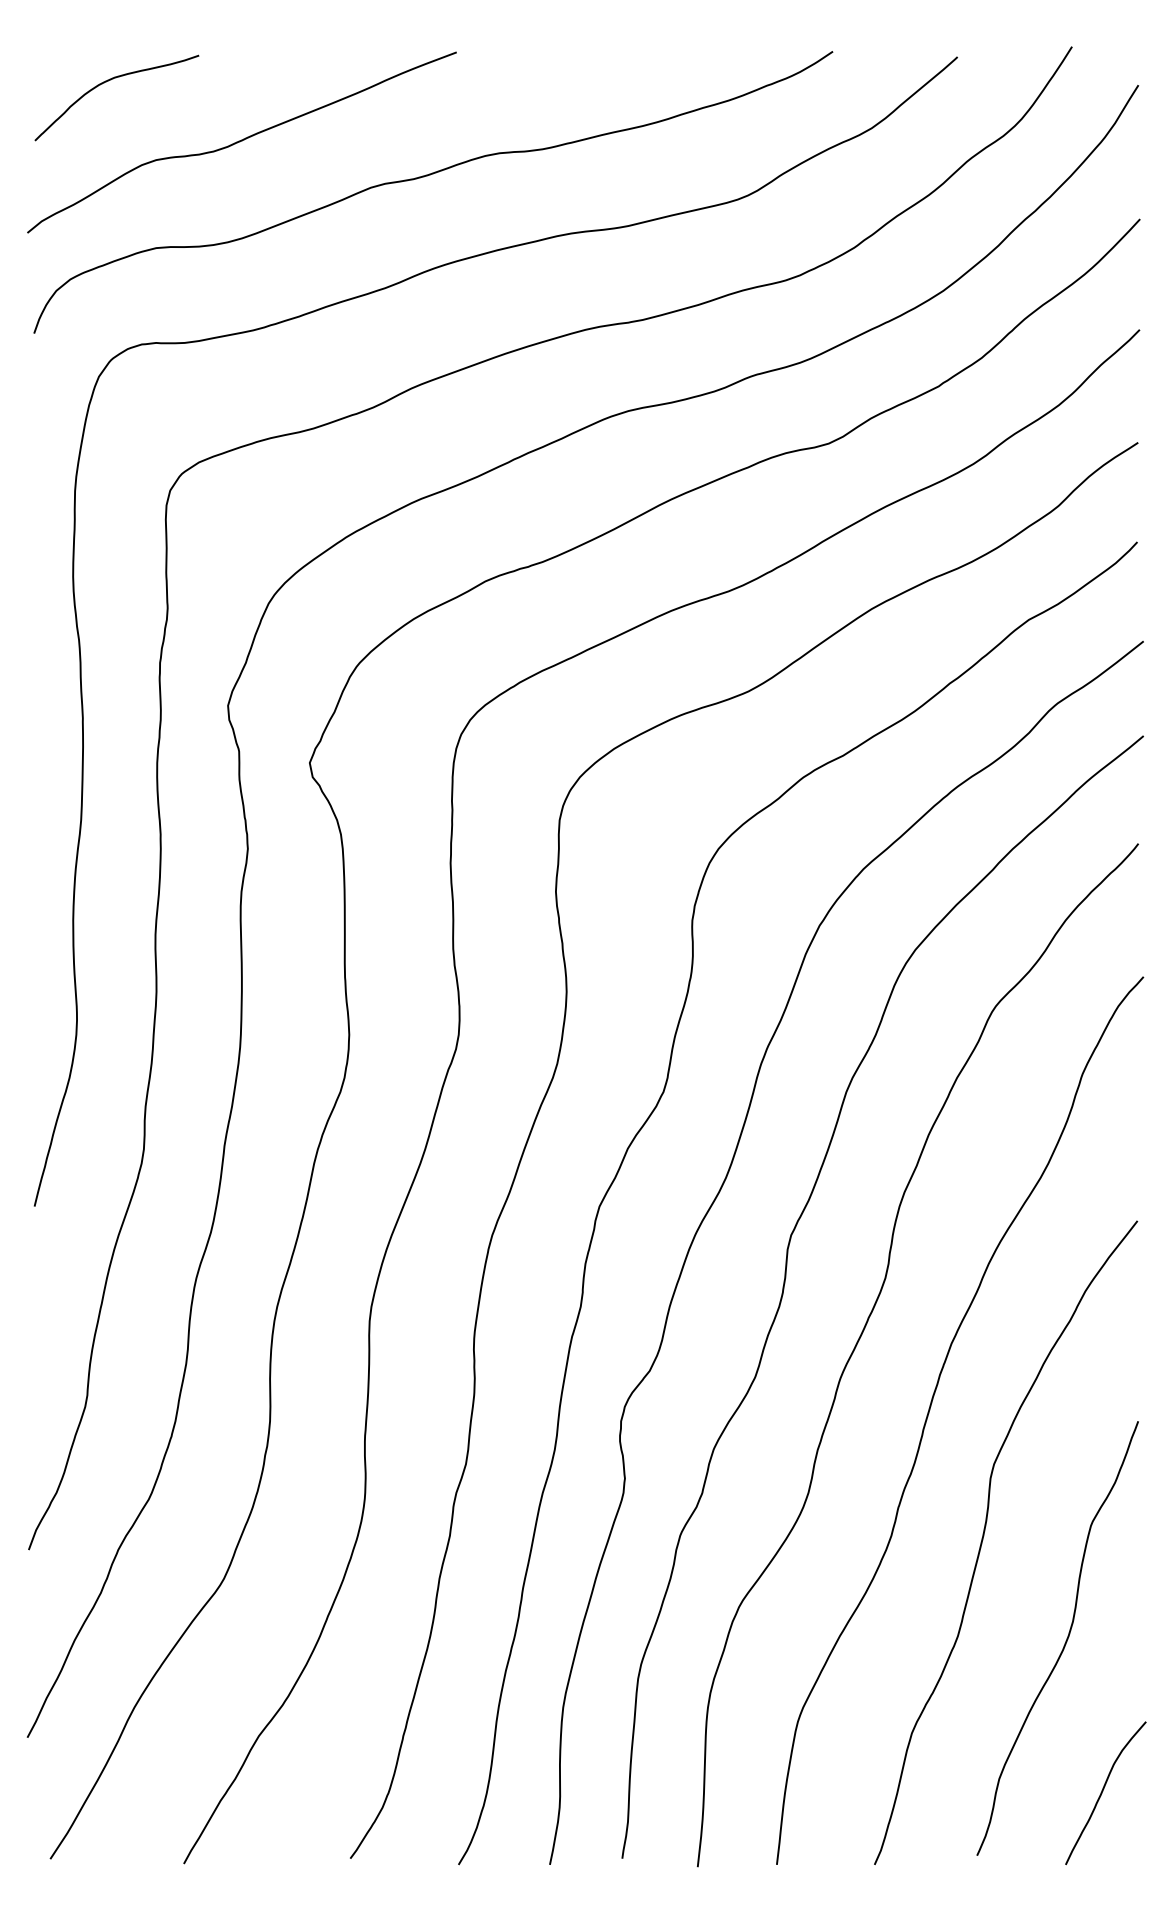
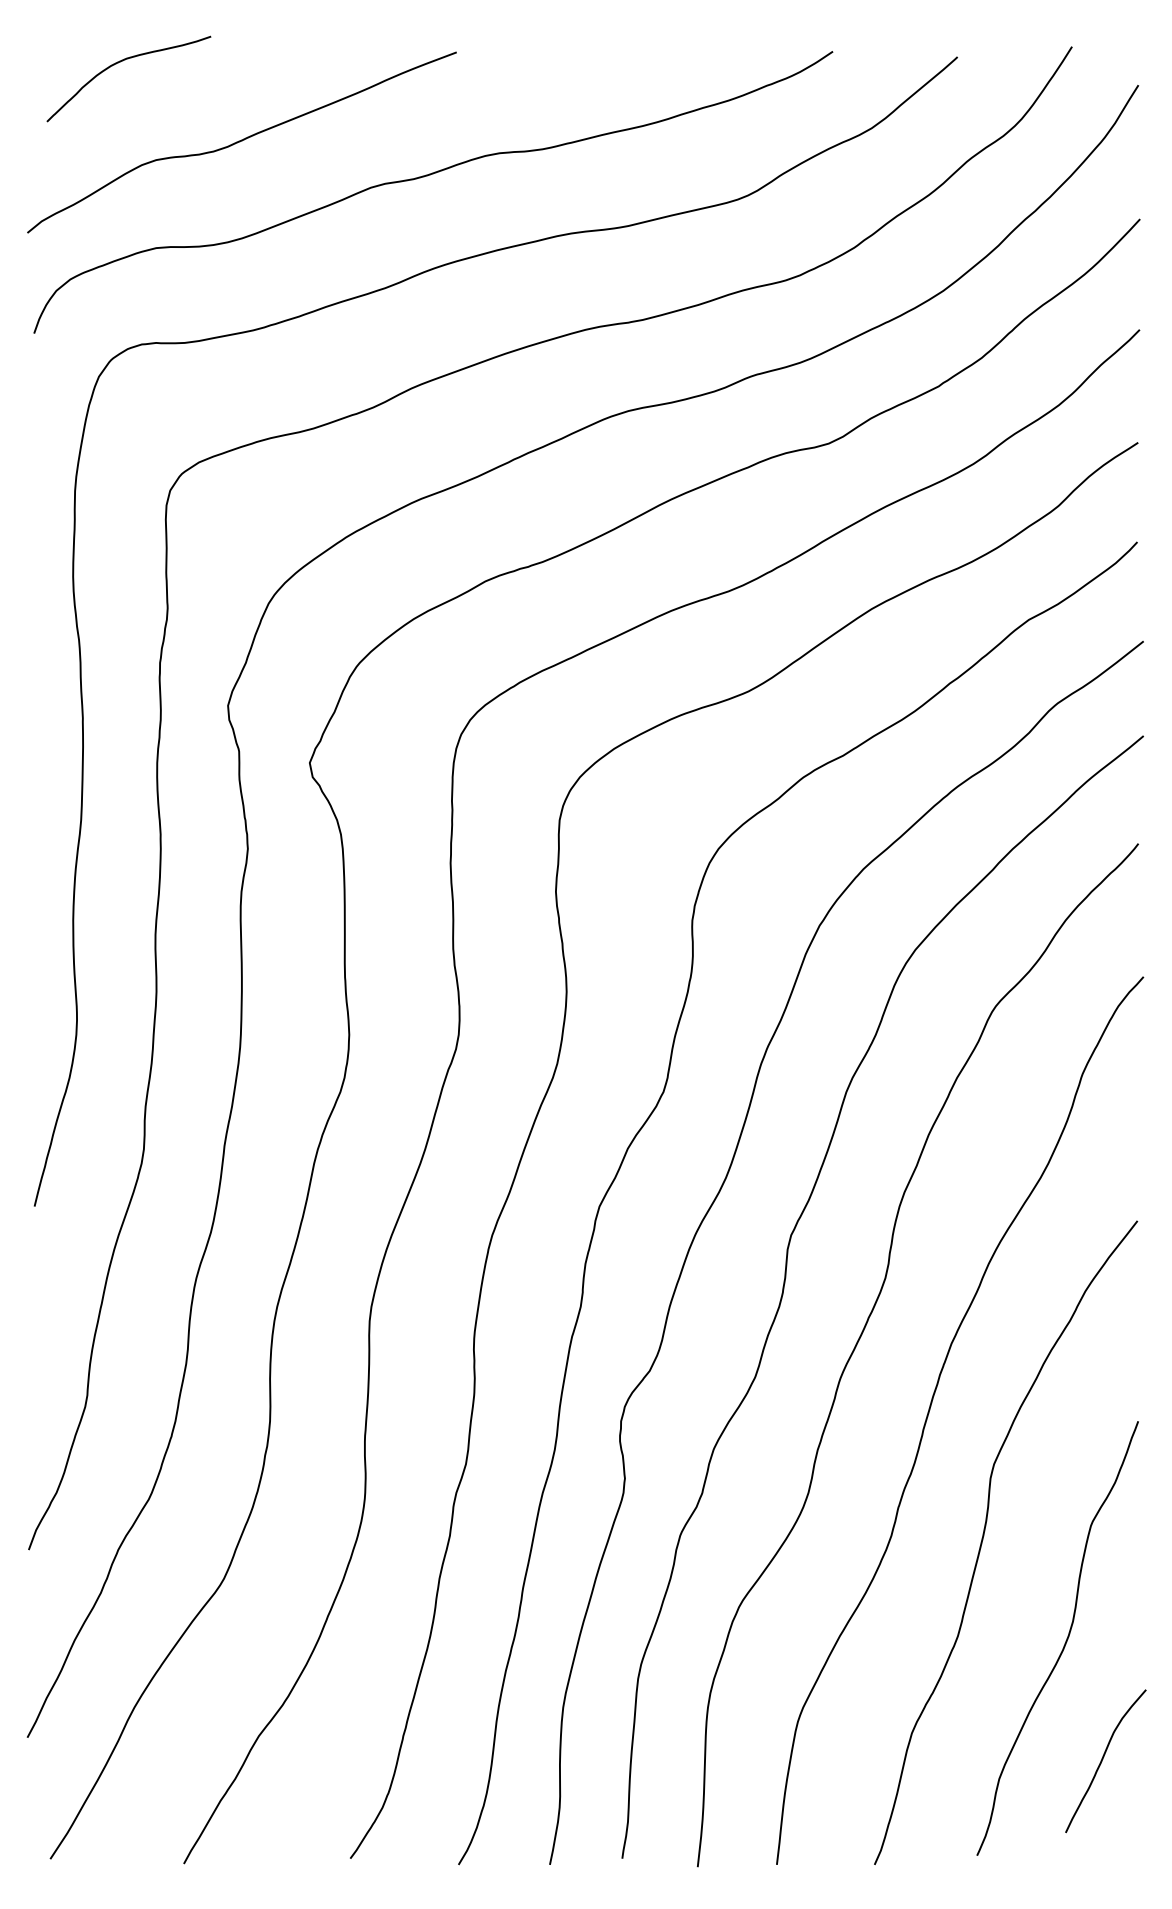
curve at (108, 81) position: (108, 81) -> (120, 62)
curve at (1103, 1791) position: (1103, 1791) -> (1103, 1759)
